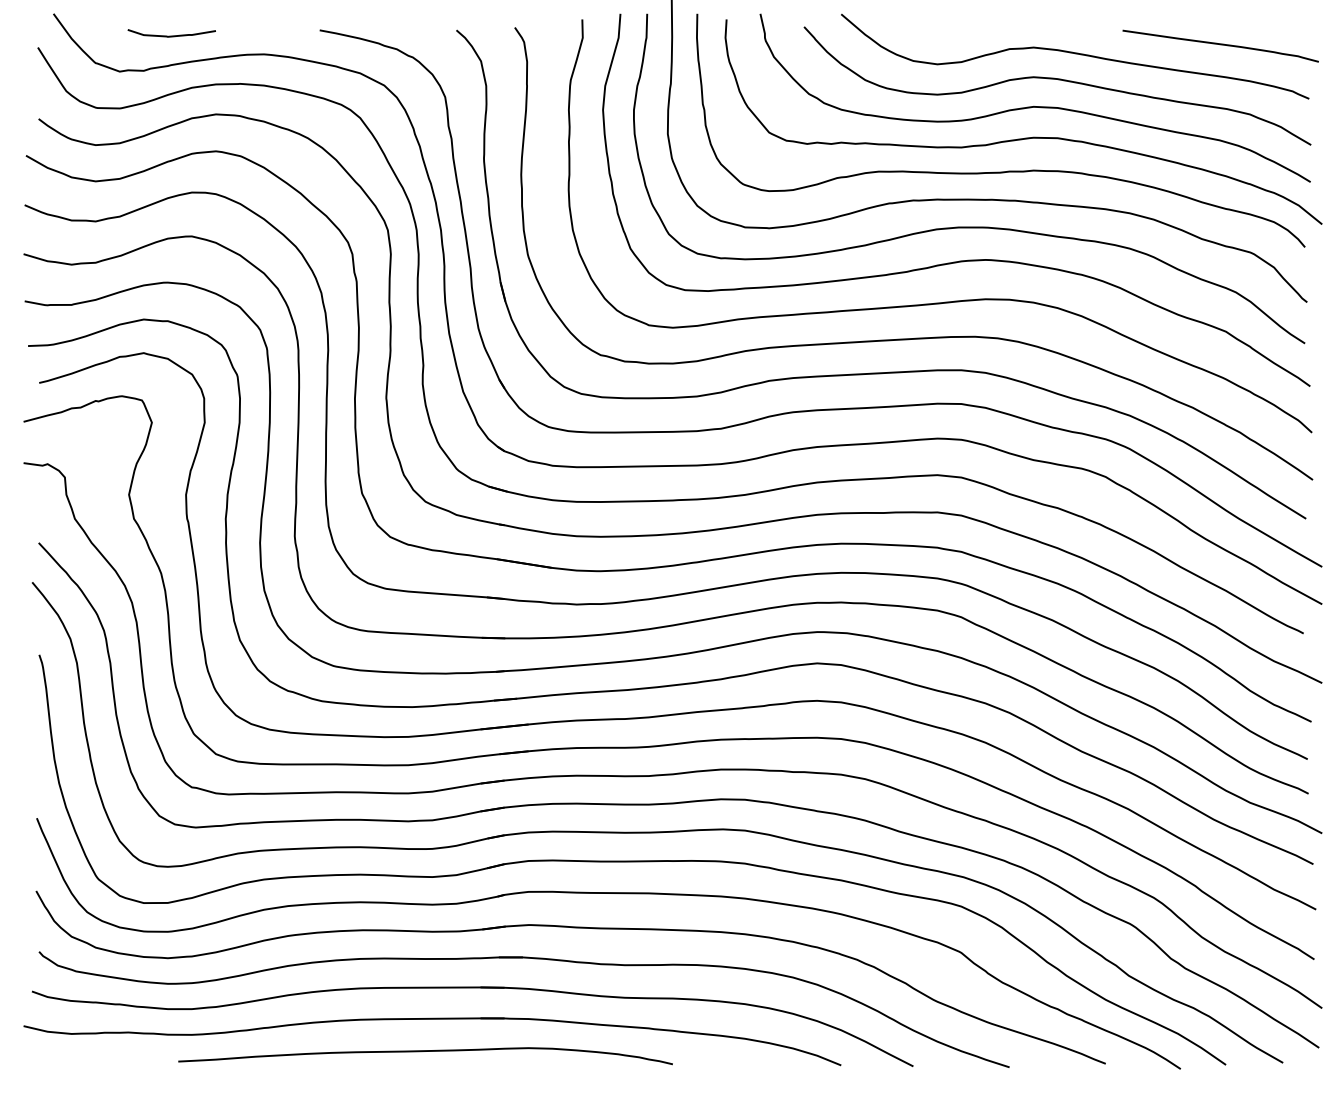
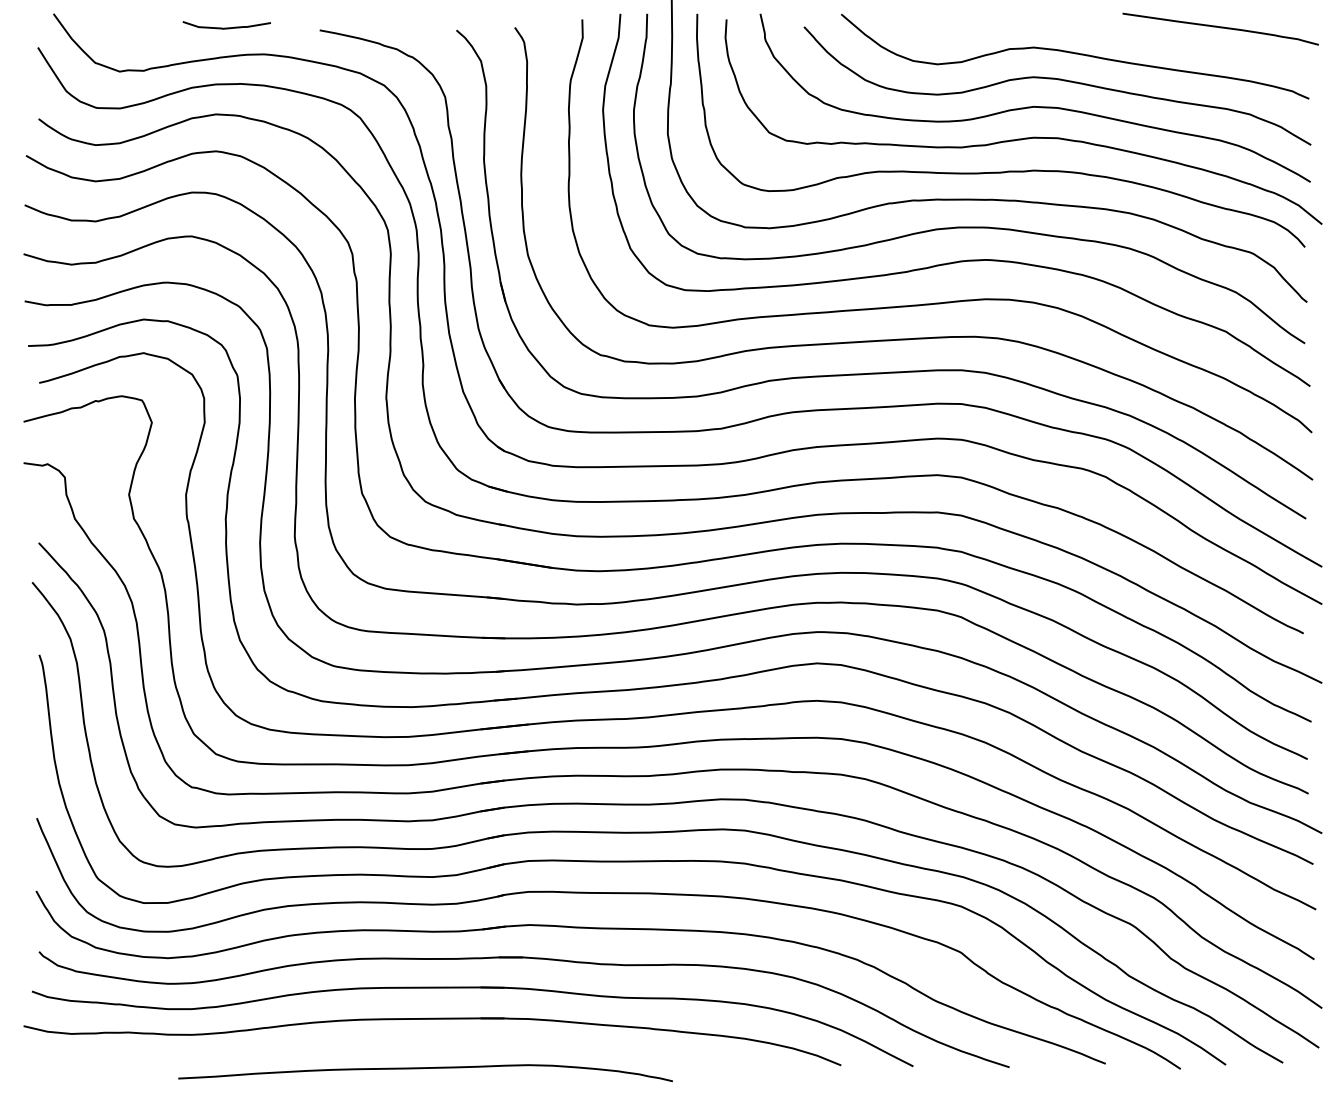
curve at (171, 35) position: (171, 35) -> (226, 27)
curve at (1220, 45) position: (1220, 45) -> (1220, 28)
curve at (425, 1051) position: (425, 1051) -> (425, 1068)
